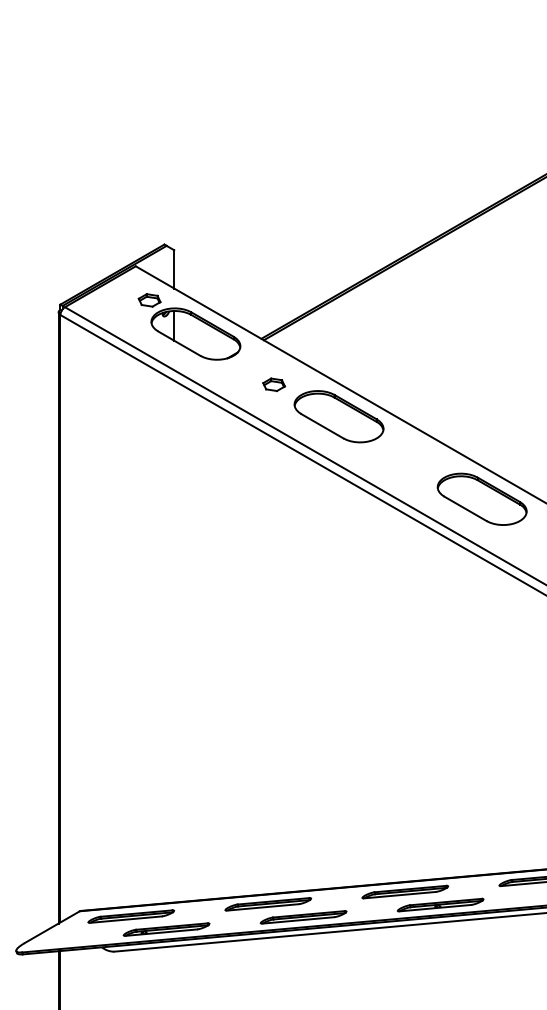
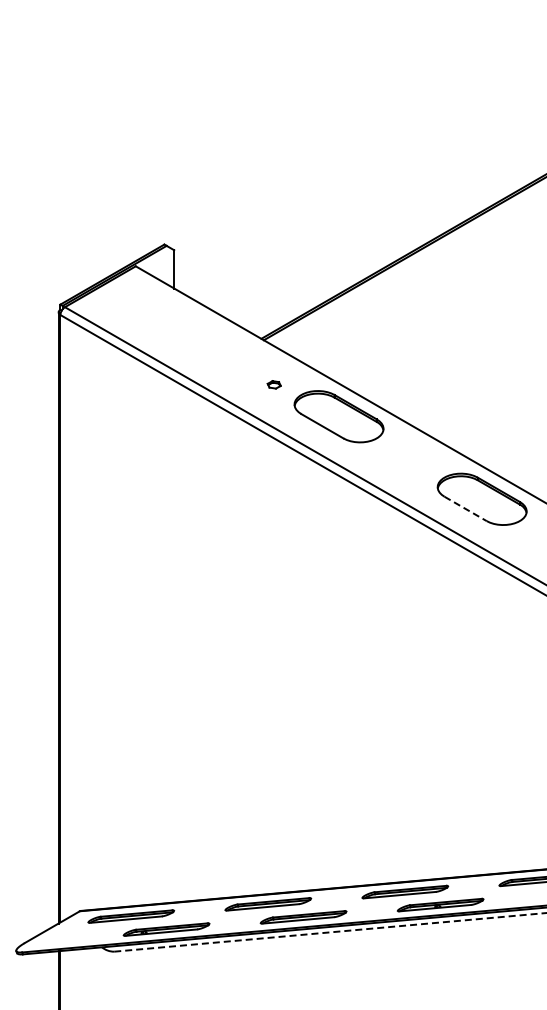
part at (189, 326): present -> none
part at (274, 384) size: 25x16 px -> 16x10 px
line at (466, 509): solid -> dashed
line at (330, 932): solid -> dashed
